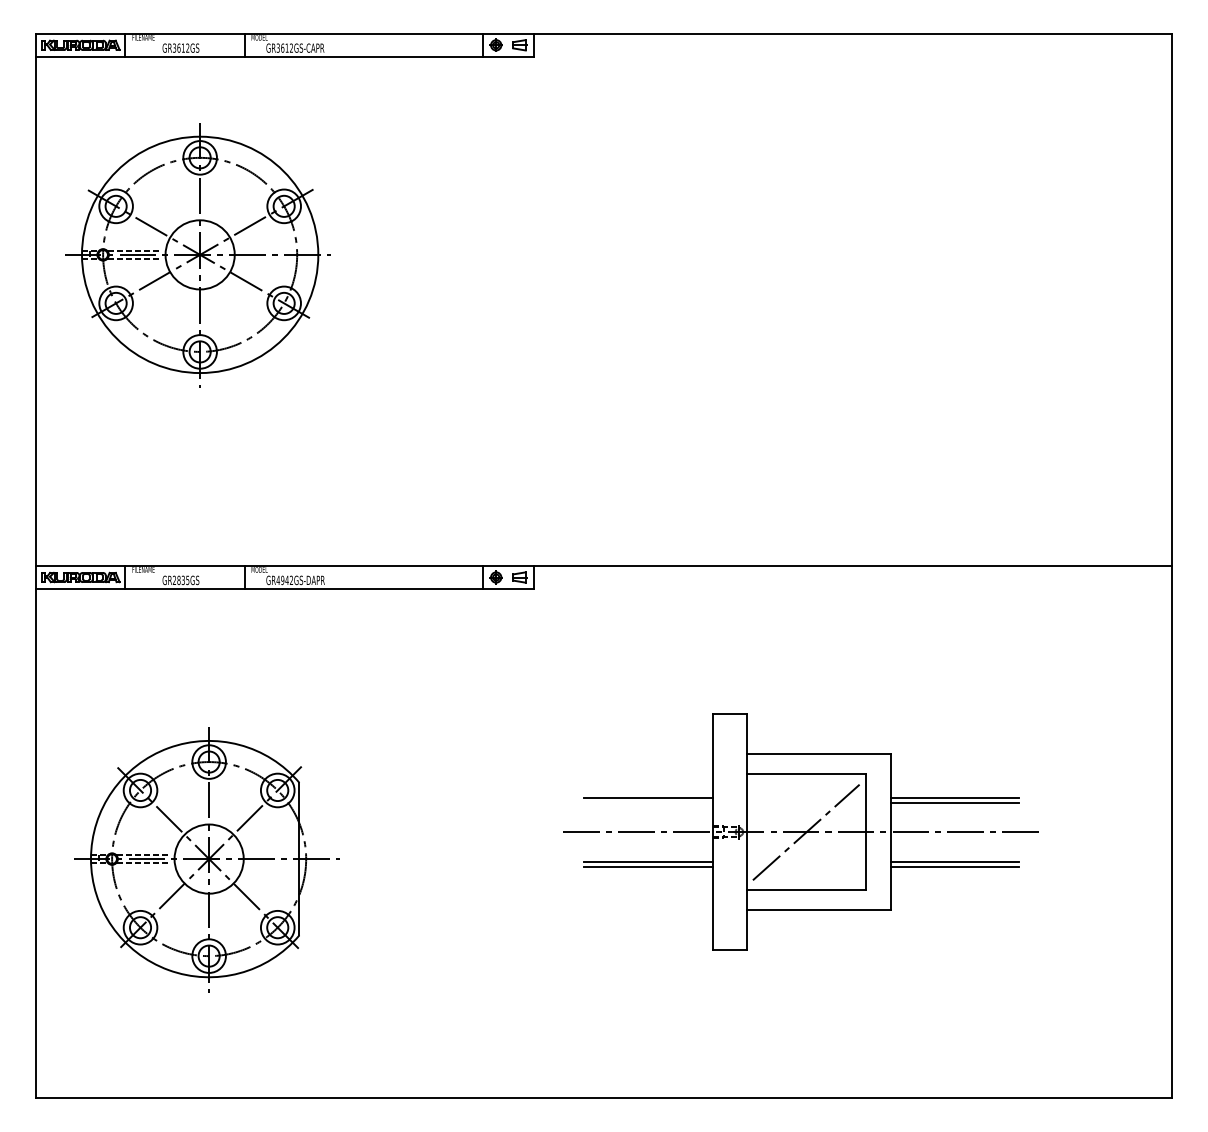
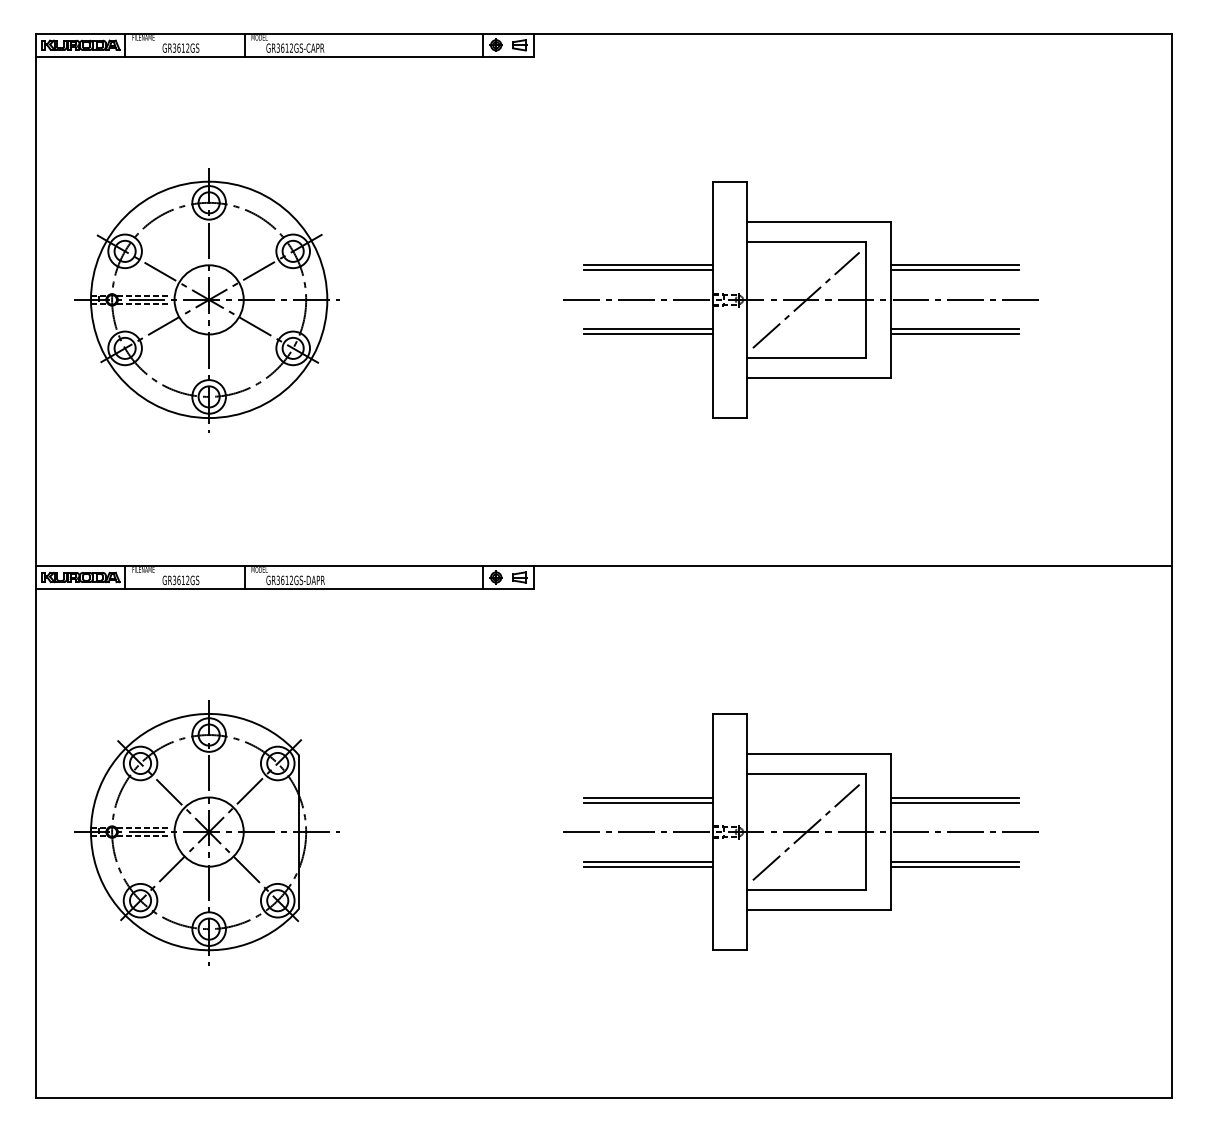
part at (197, 255) position: (197, 255) -> (206, 300)
part at (800, 299): none -> present
text at (181, 580): GR2835GS -> GR3612GS
text at (282, 580): GR4942GS-DAPR -> GR3612GS-DAPR
line at (648, 802): none -> present
part at (206, 859) position: (206, 859) -> (206, 832)
